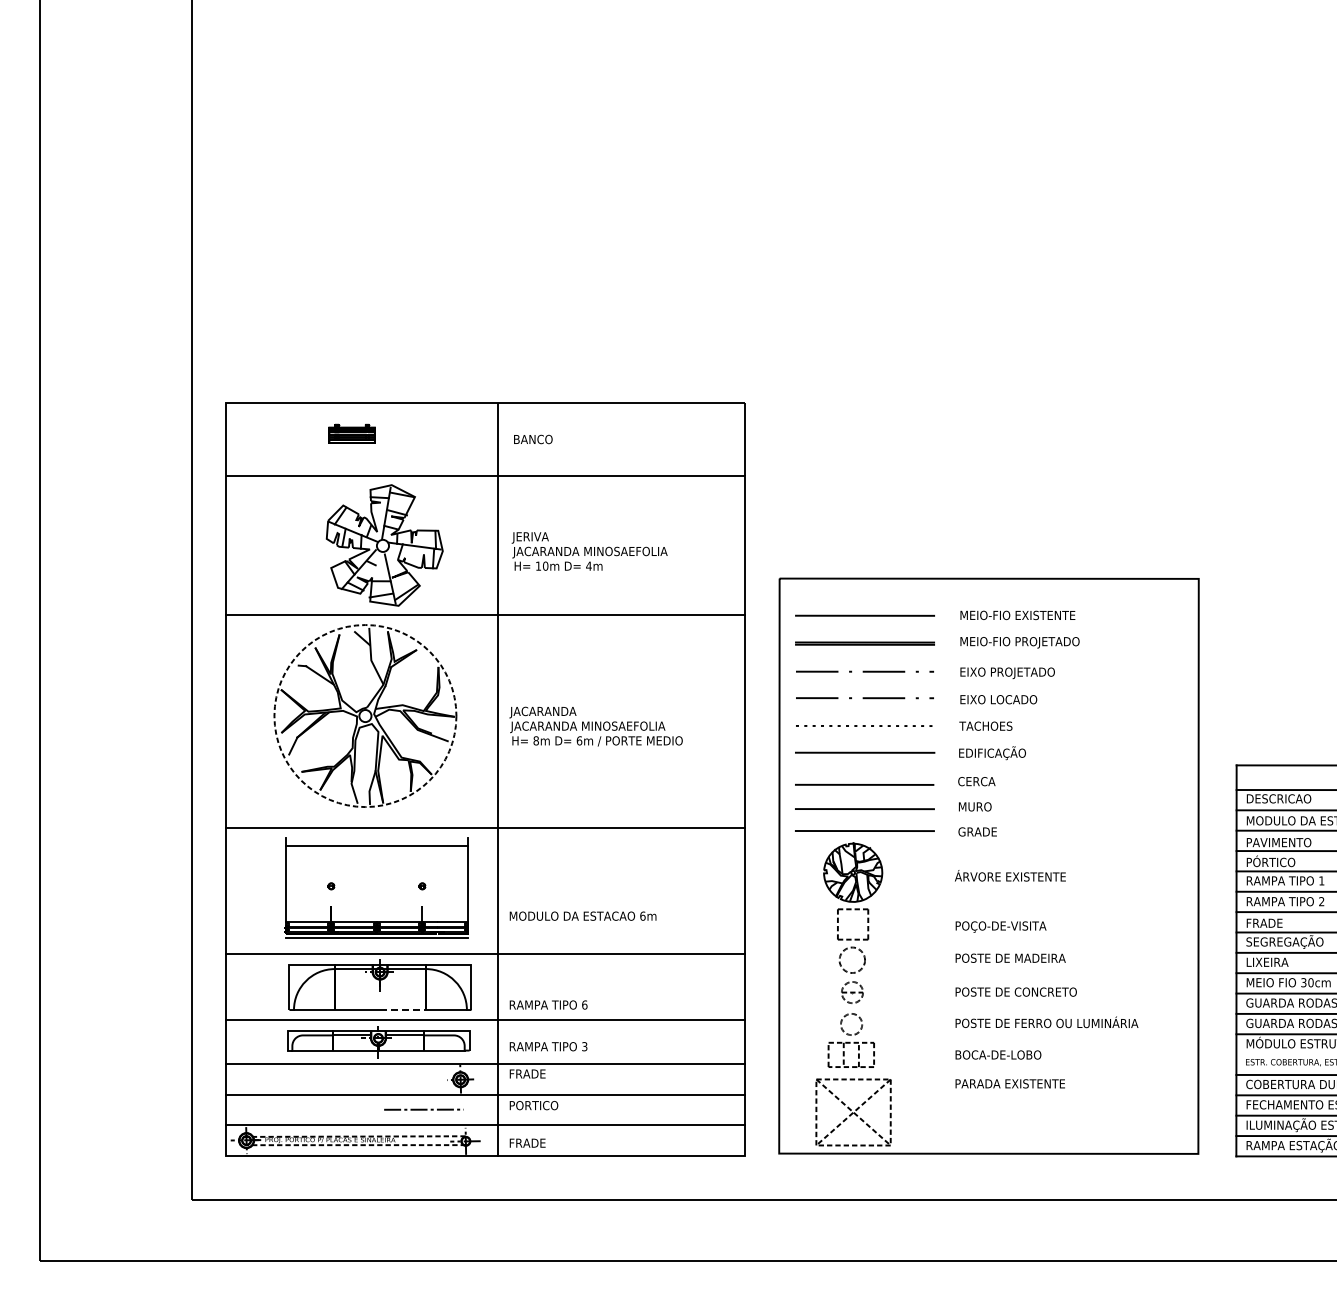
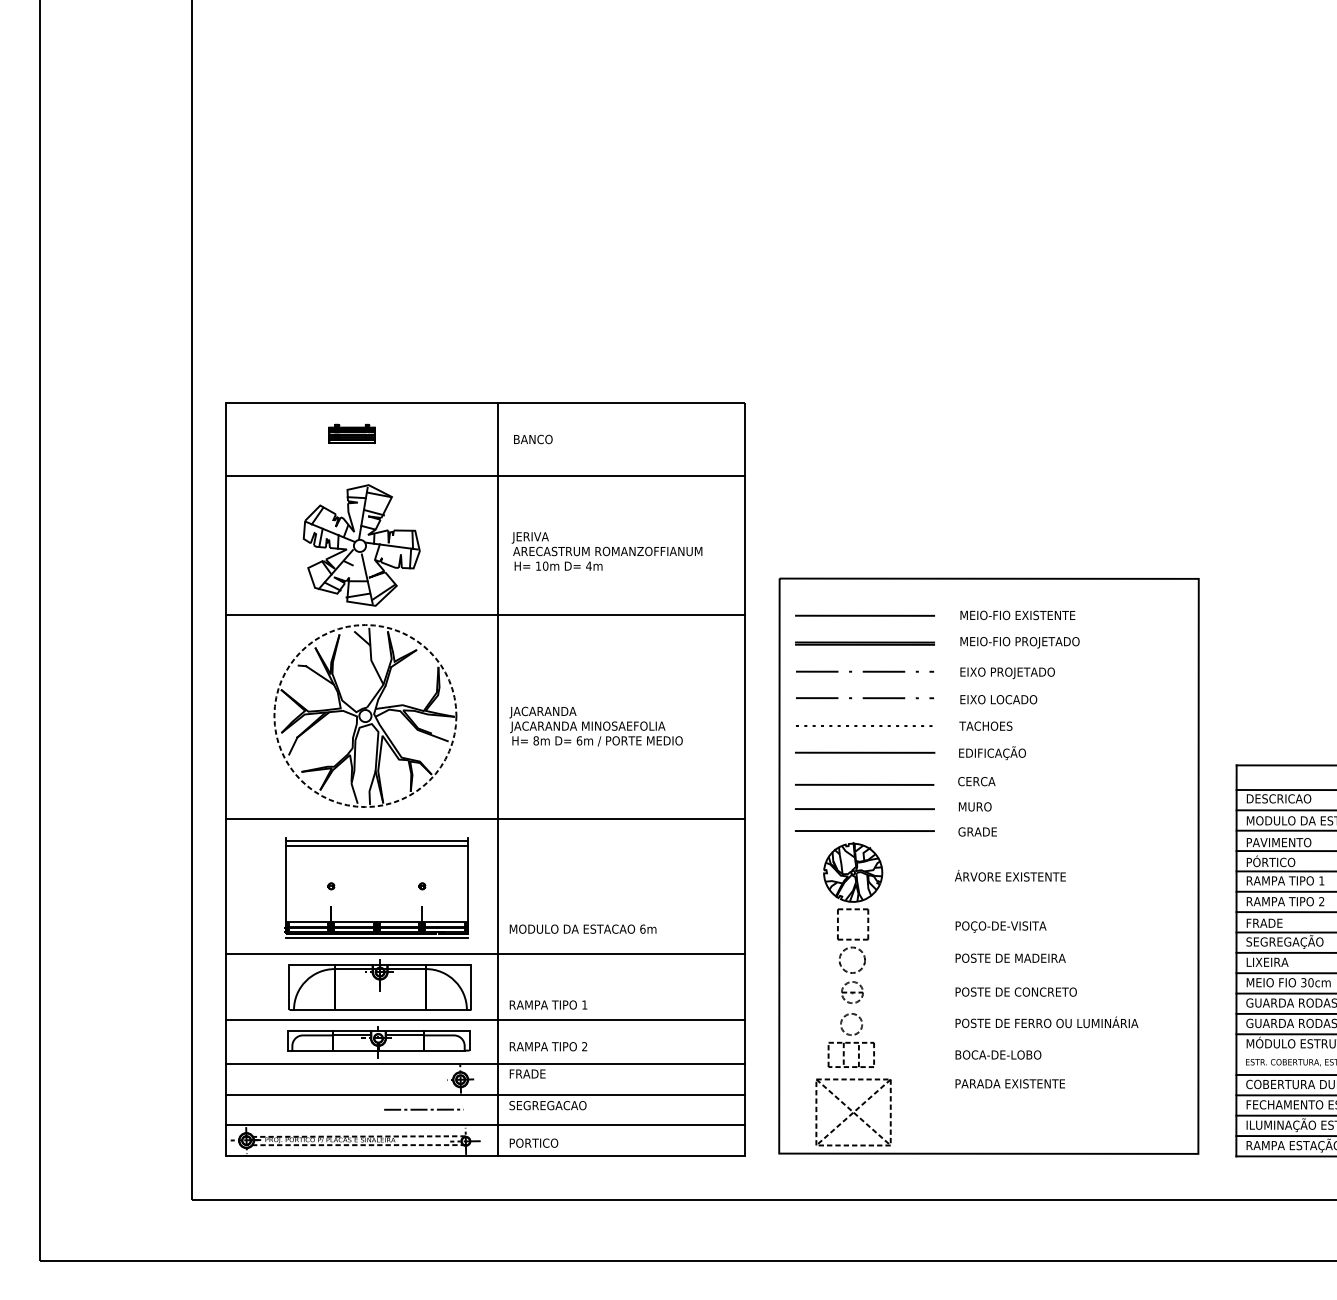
part at (384, 545) position: (384, 545) -> (361, 545)
text at (607, 552): JACARANDA MINOSAEFOLIA -> ARECASTRUM ROMANZOFFIANUM
line at (485, 827) position: (485, 827) -> (485, 818)
line at (376, 841): none -> present
text at (582, 915) position: (582, 915) -> (582, 928)
text at (584, 1004): 6 -> 1
line at (402, 1010): dashed -> solid
text at (584, 1046): 3 -> 2
text at (547, 1105): PORTICO -> SEGREGACAO
text at (534, 1142): FRADE -> PORTICO
